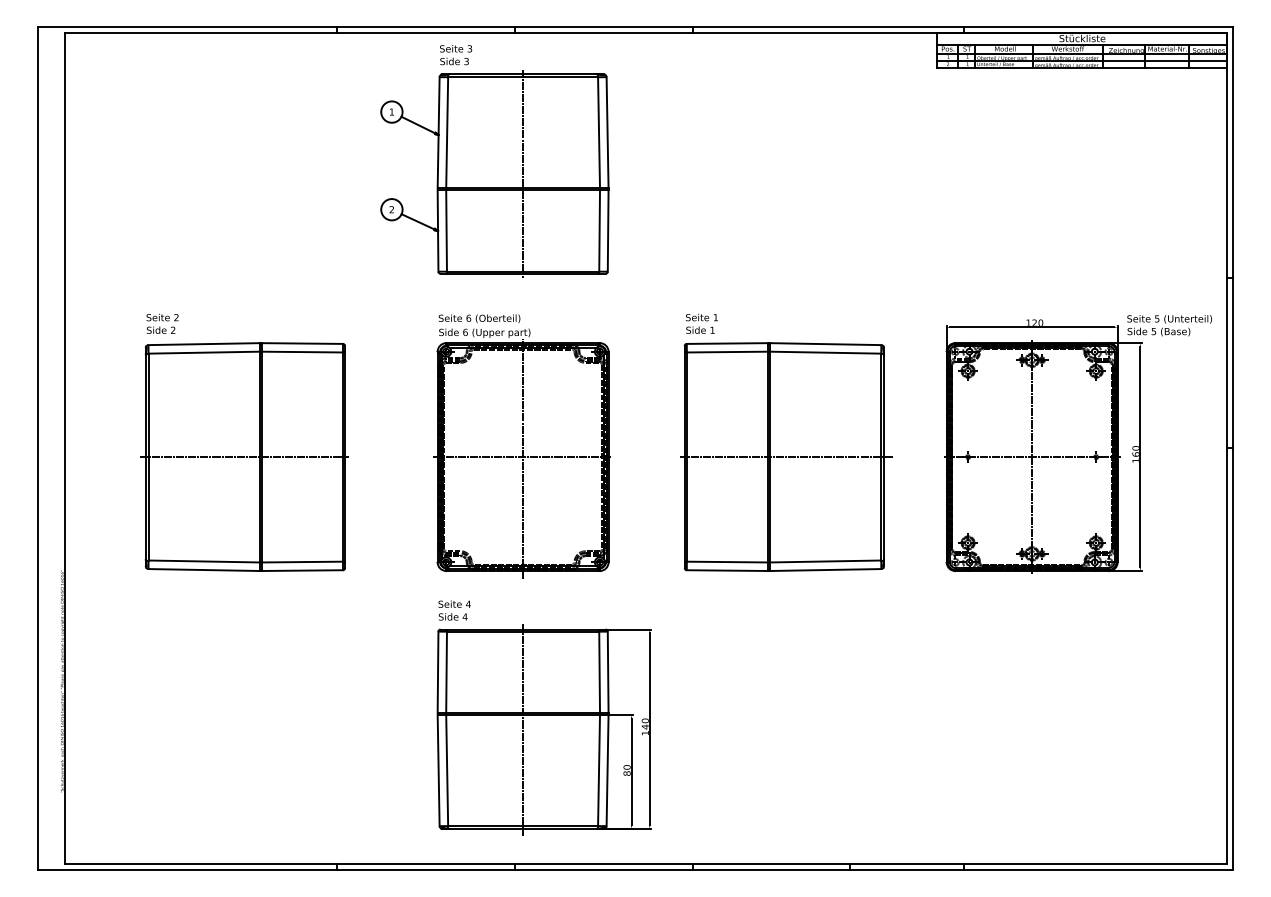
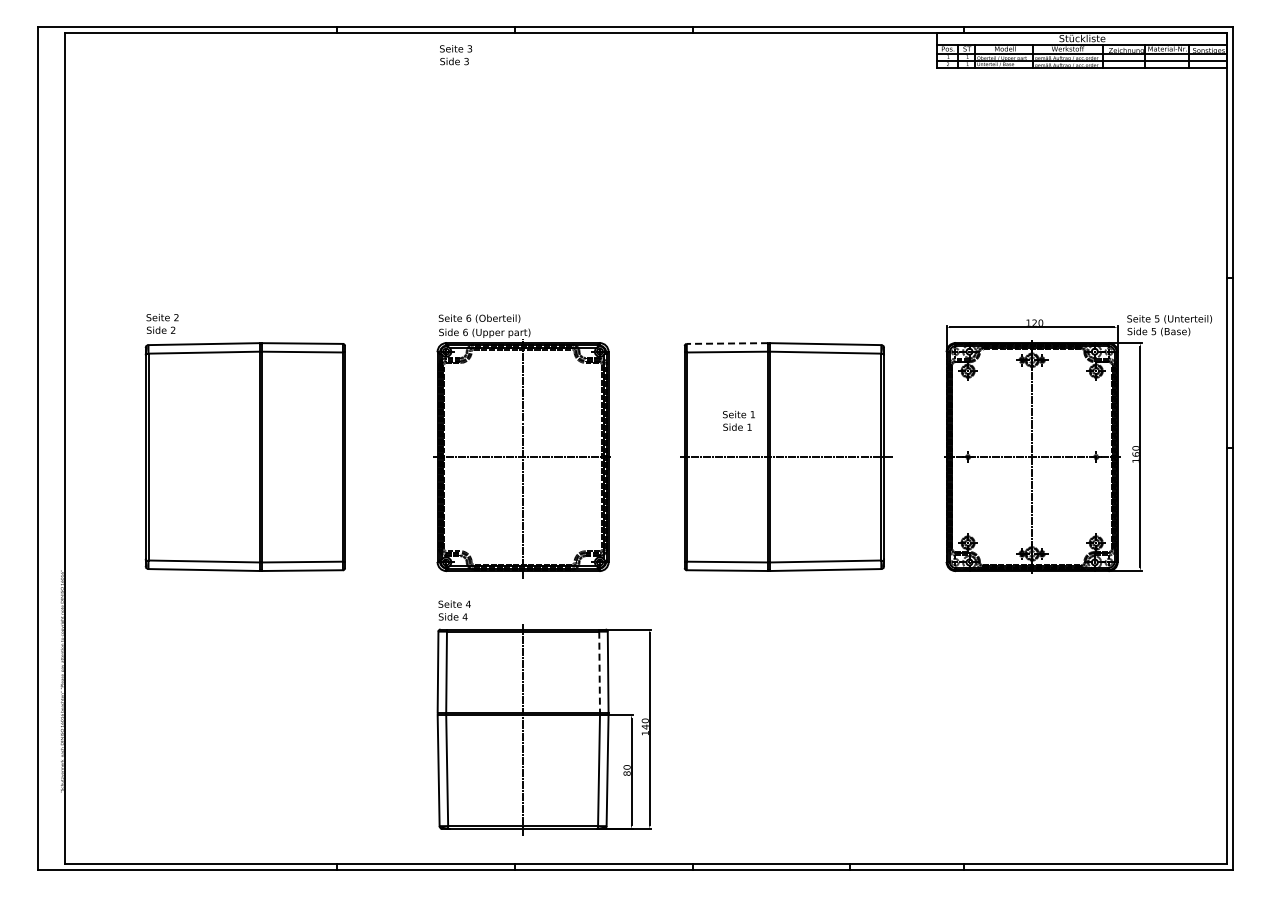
part at (494, 173): present -> none
text at (701, 323) position: (701, 323) -> (738, 420)
line at (727, 343): solid -> dashed
line at (243, 457): present -> none
line at (599, 672): solid -> dashed
